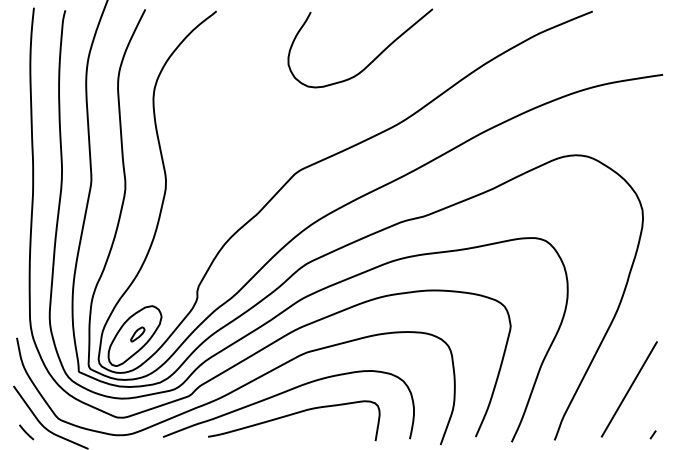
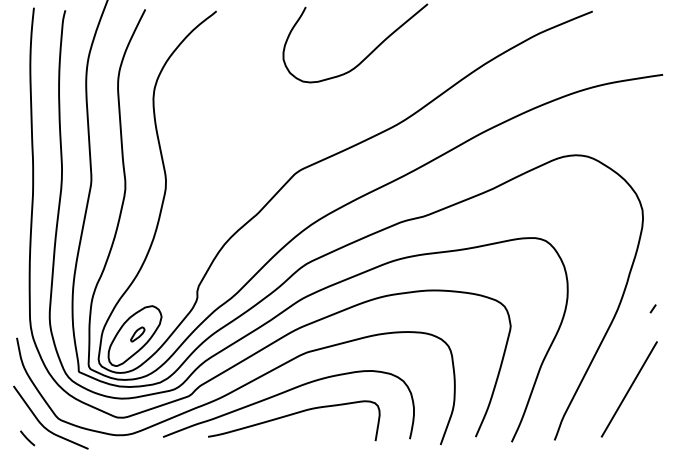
curve at (372, 60) position: (372, 60) -> (367, 55)
line at (26, 432) position: (26, 432) -> (27, 438)
line at (652, 434) position: (652, 434) -> (652, 308)
